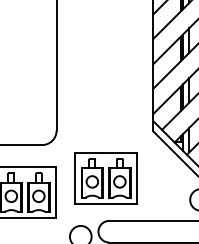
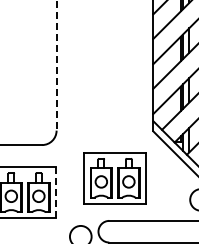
line at (56, 65): solid -> dashed
part at (105, 178) position: (105, 178) -> (114, 178)
line at (55, 193): solid -> dashed
